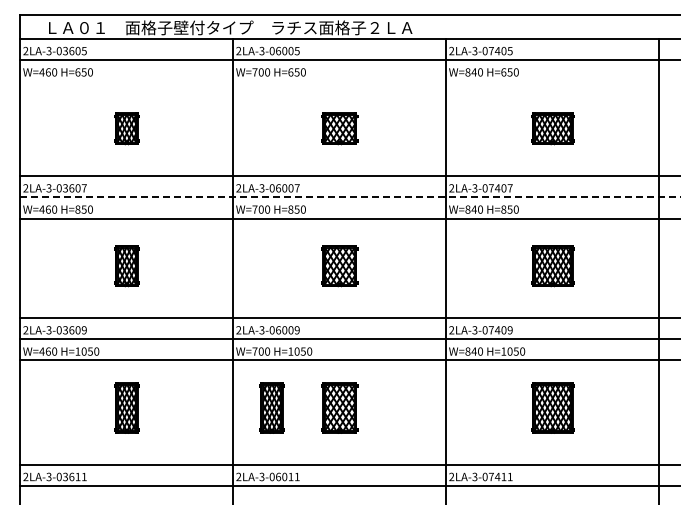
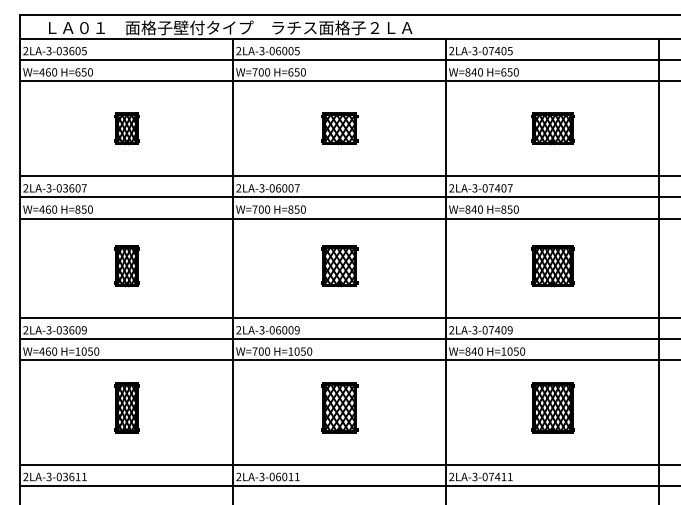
line at (348, 81): none -> present
line at (350, 197): dashed -> solid
part at (271, 407): present -> none
